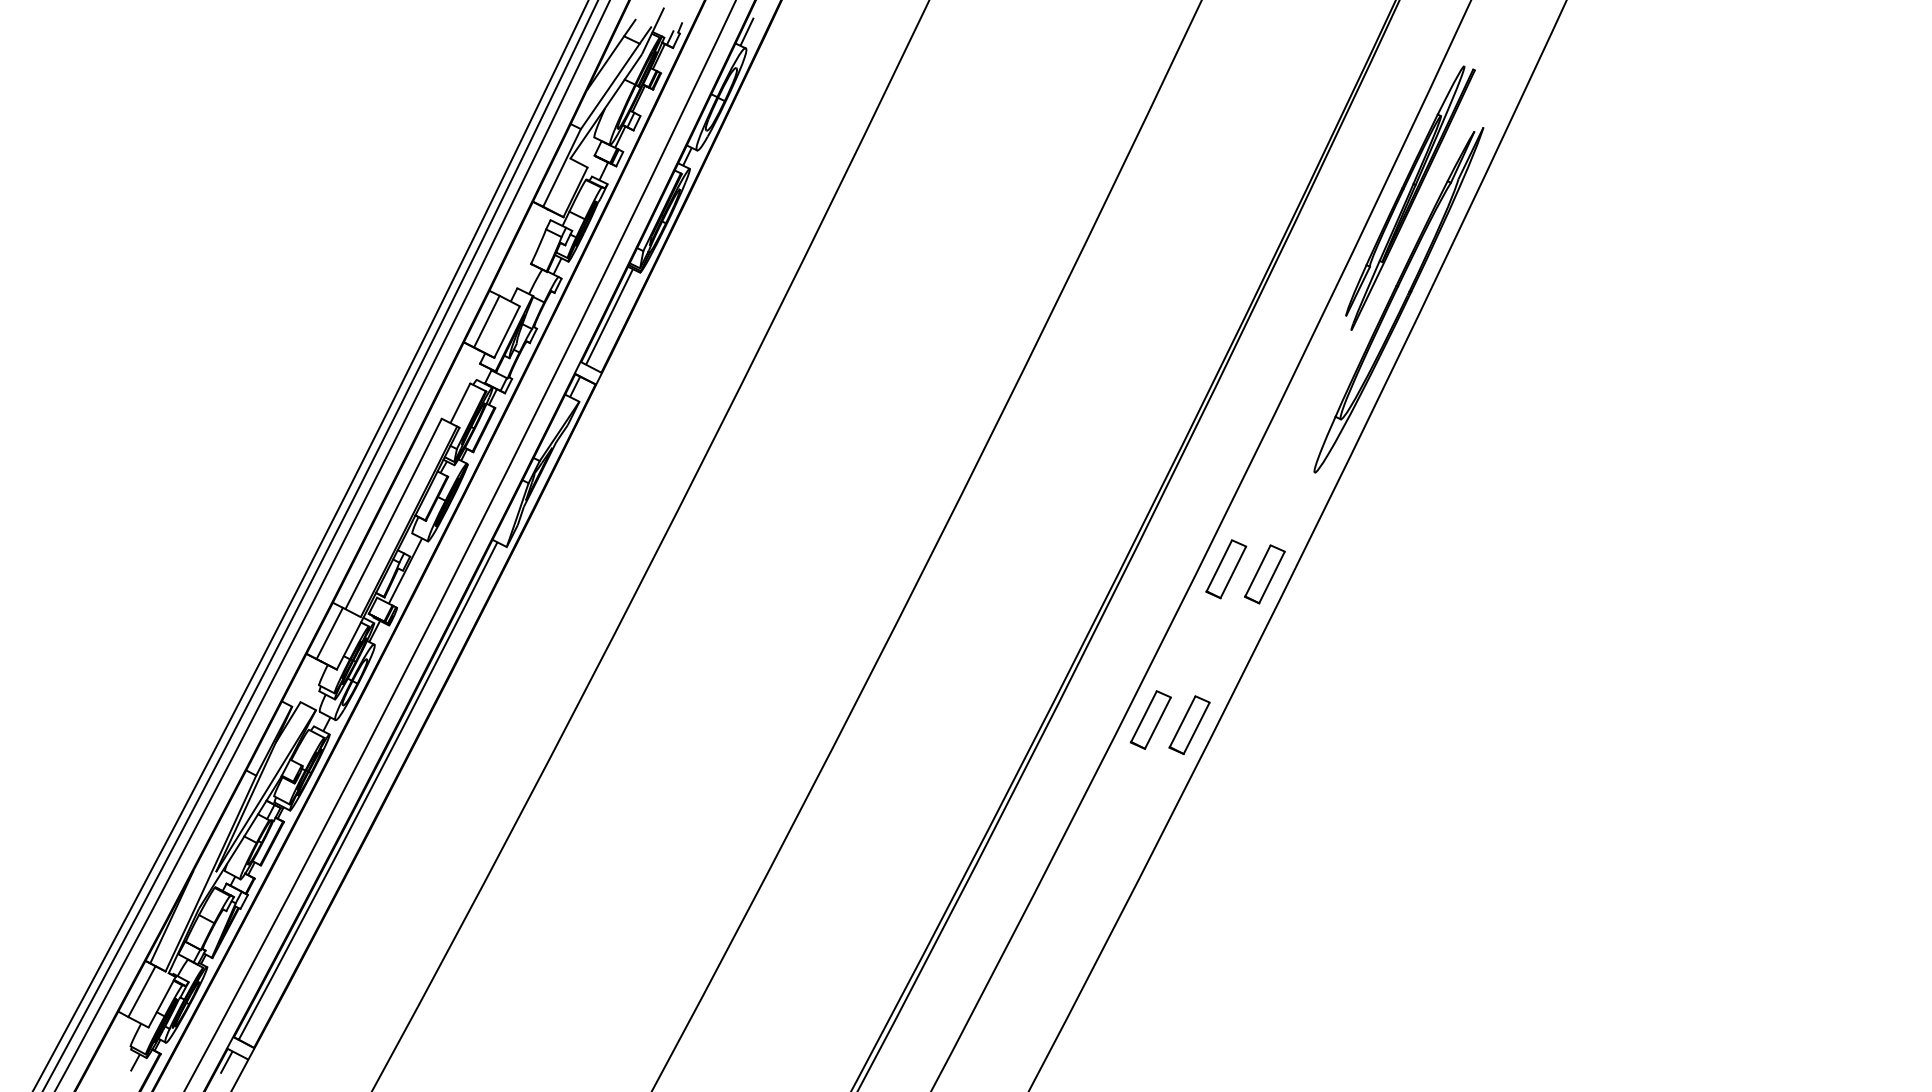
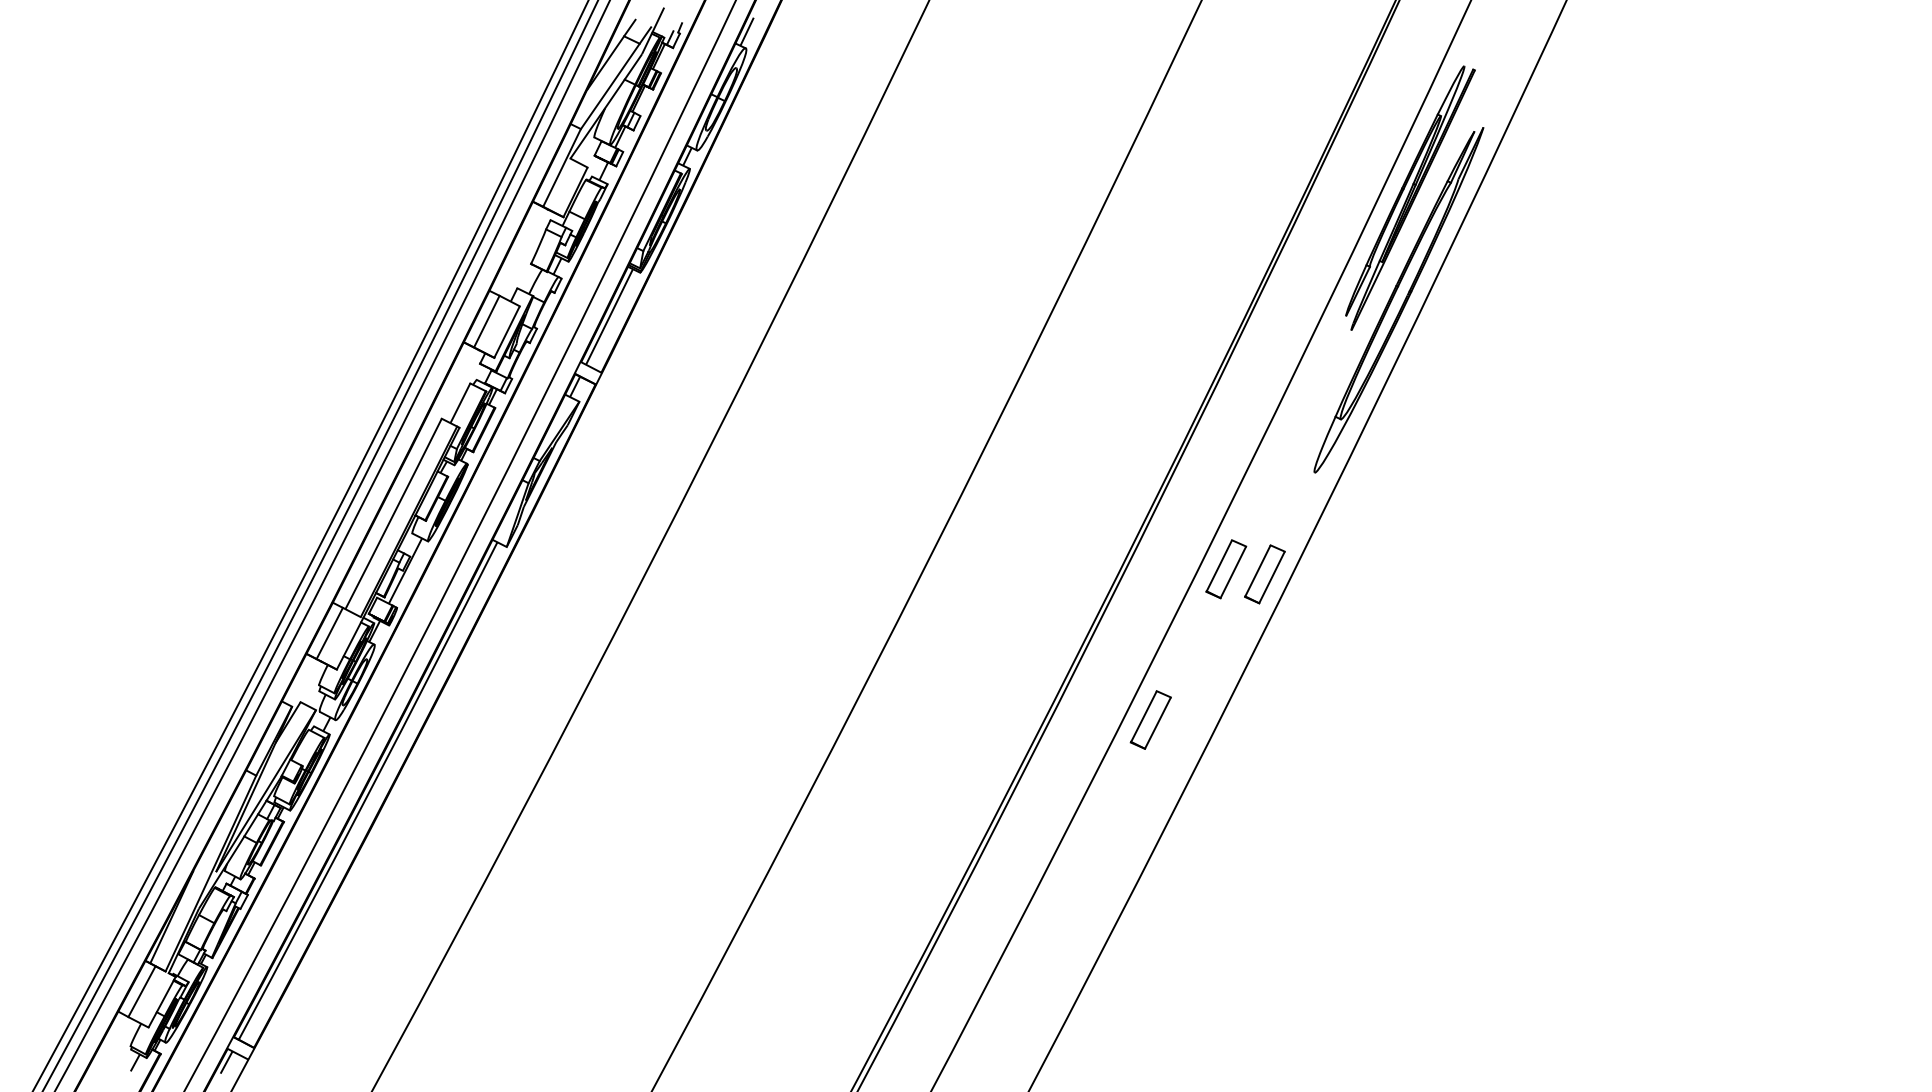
part at (1189, 725): present -> none
